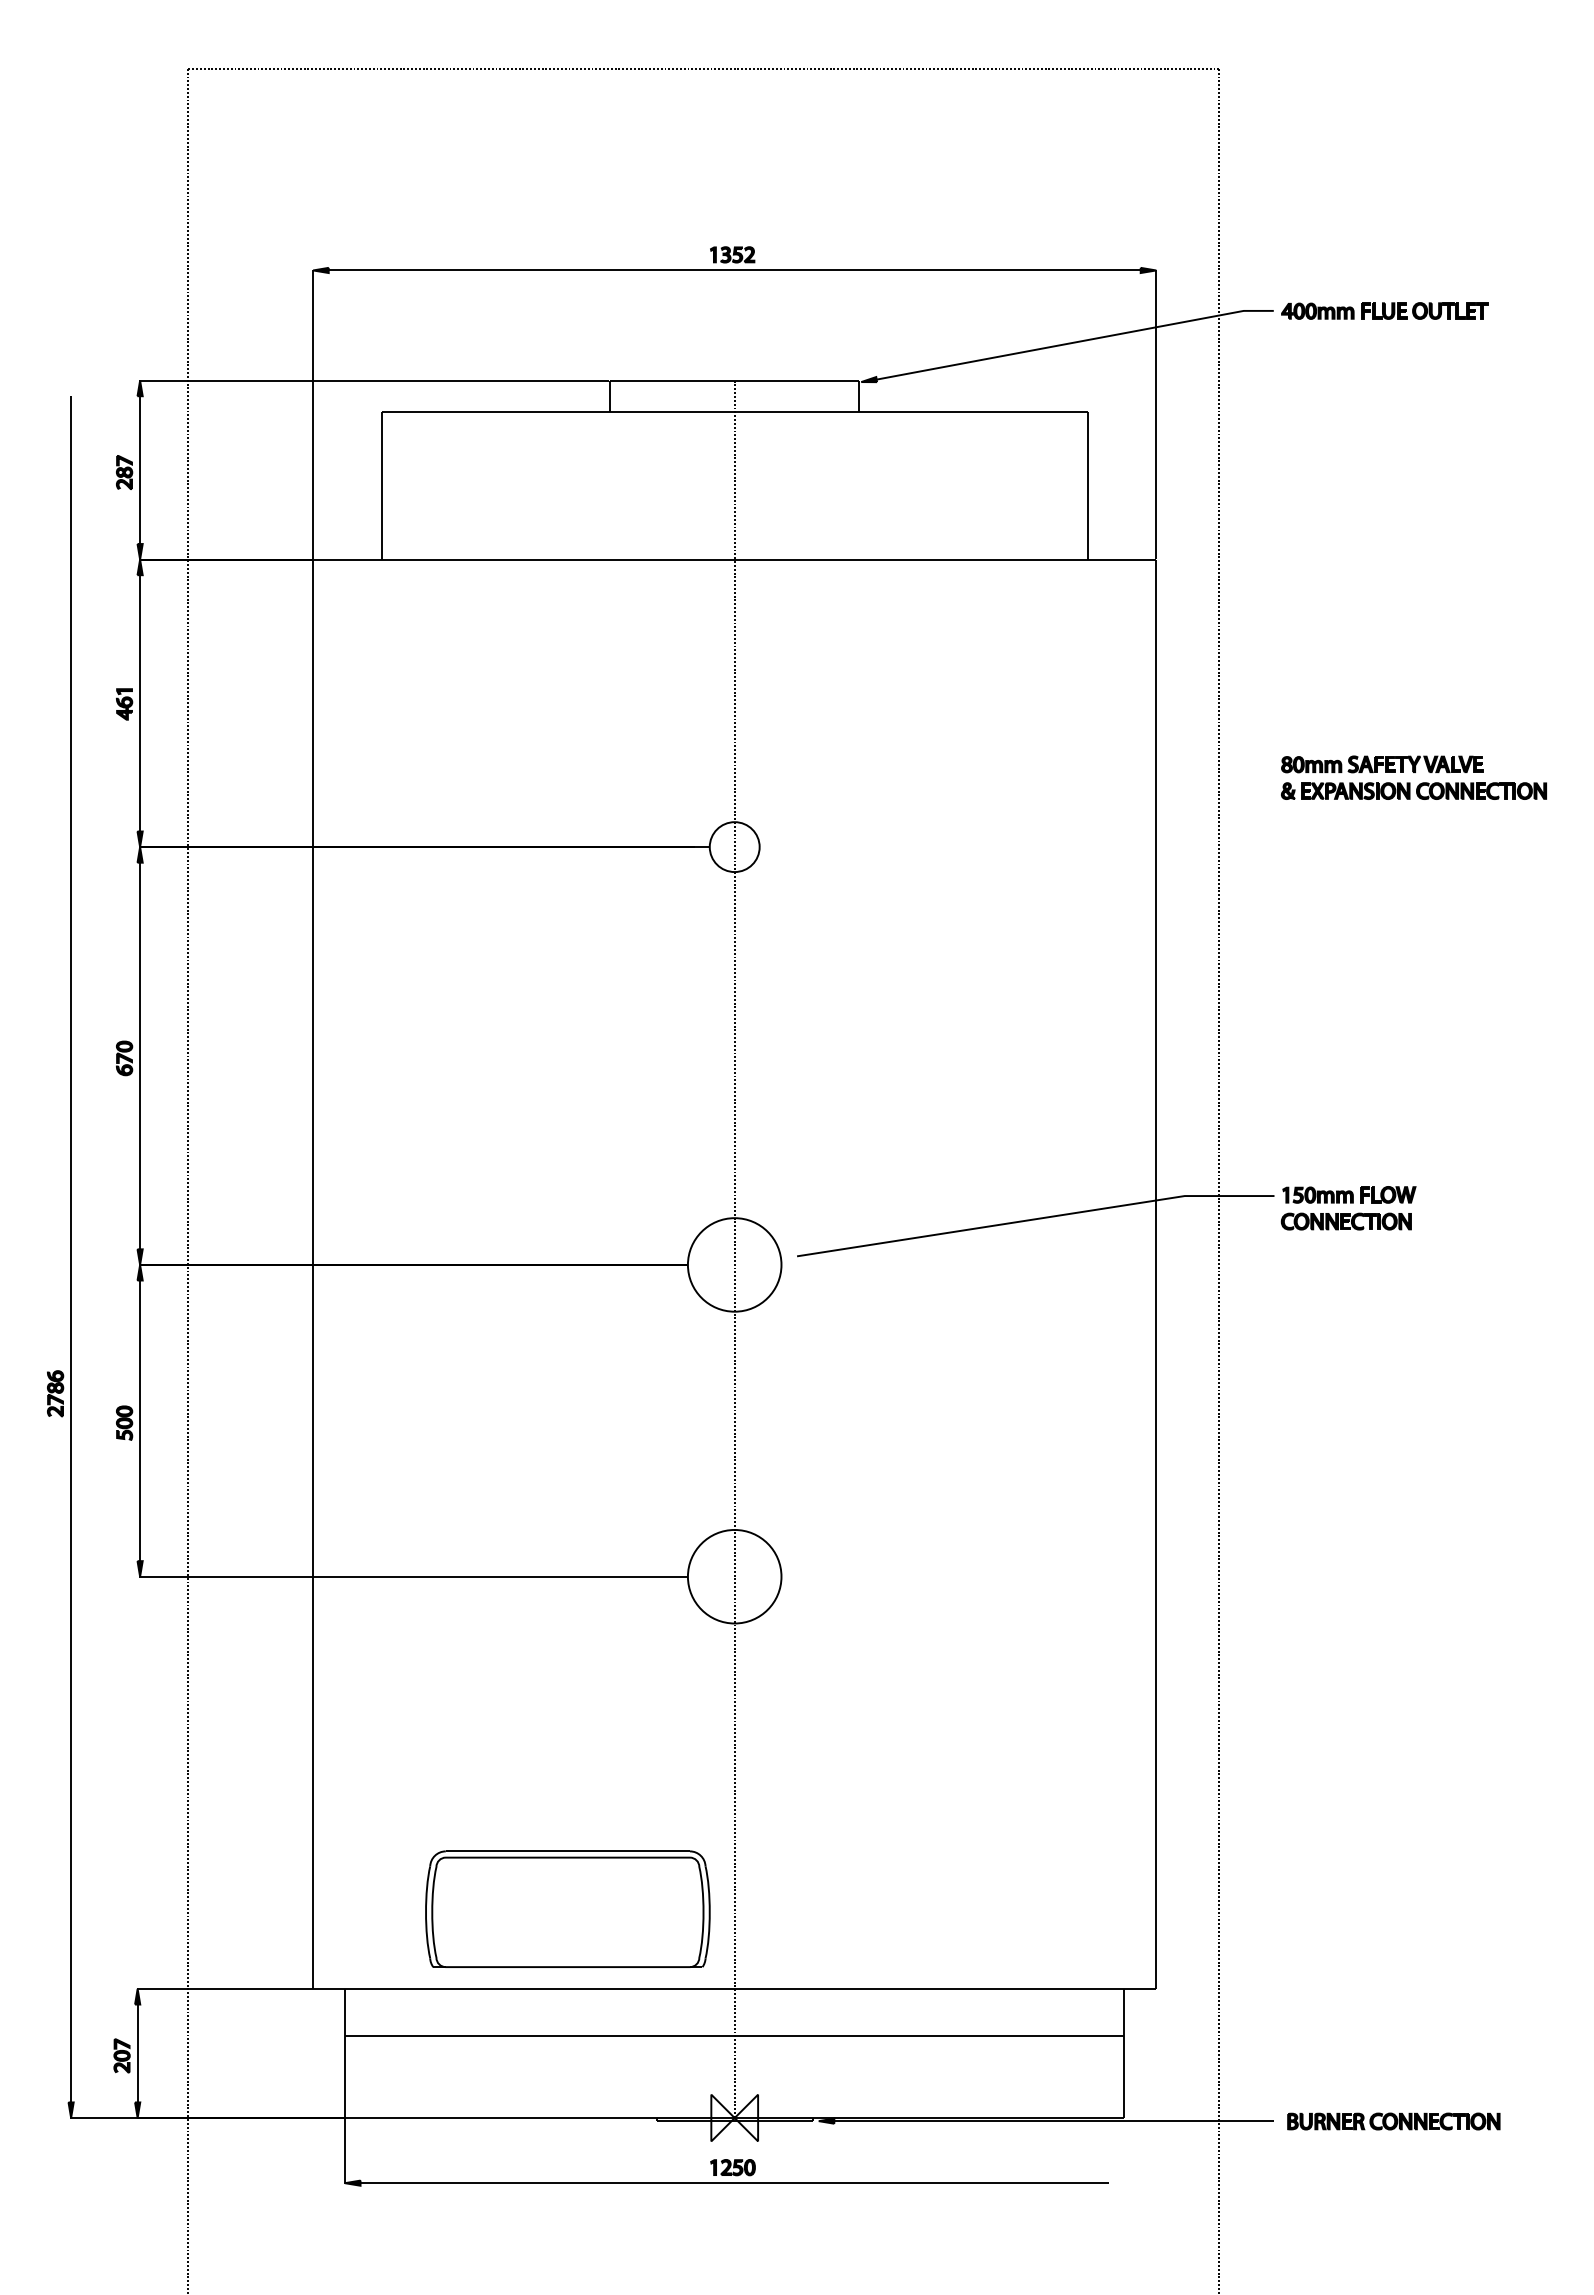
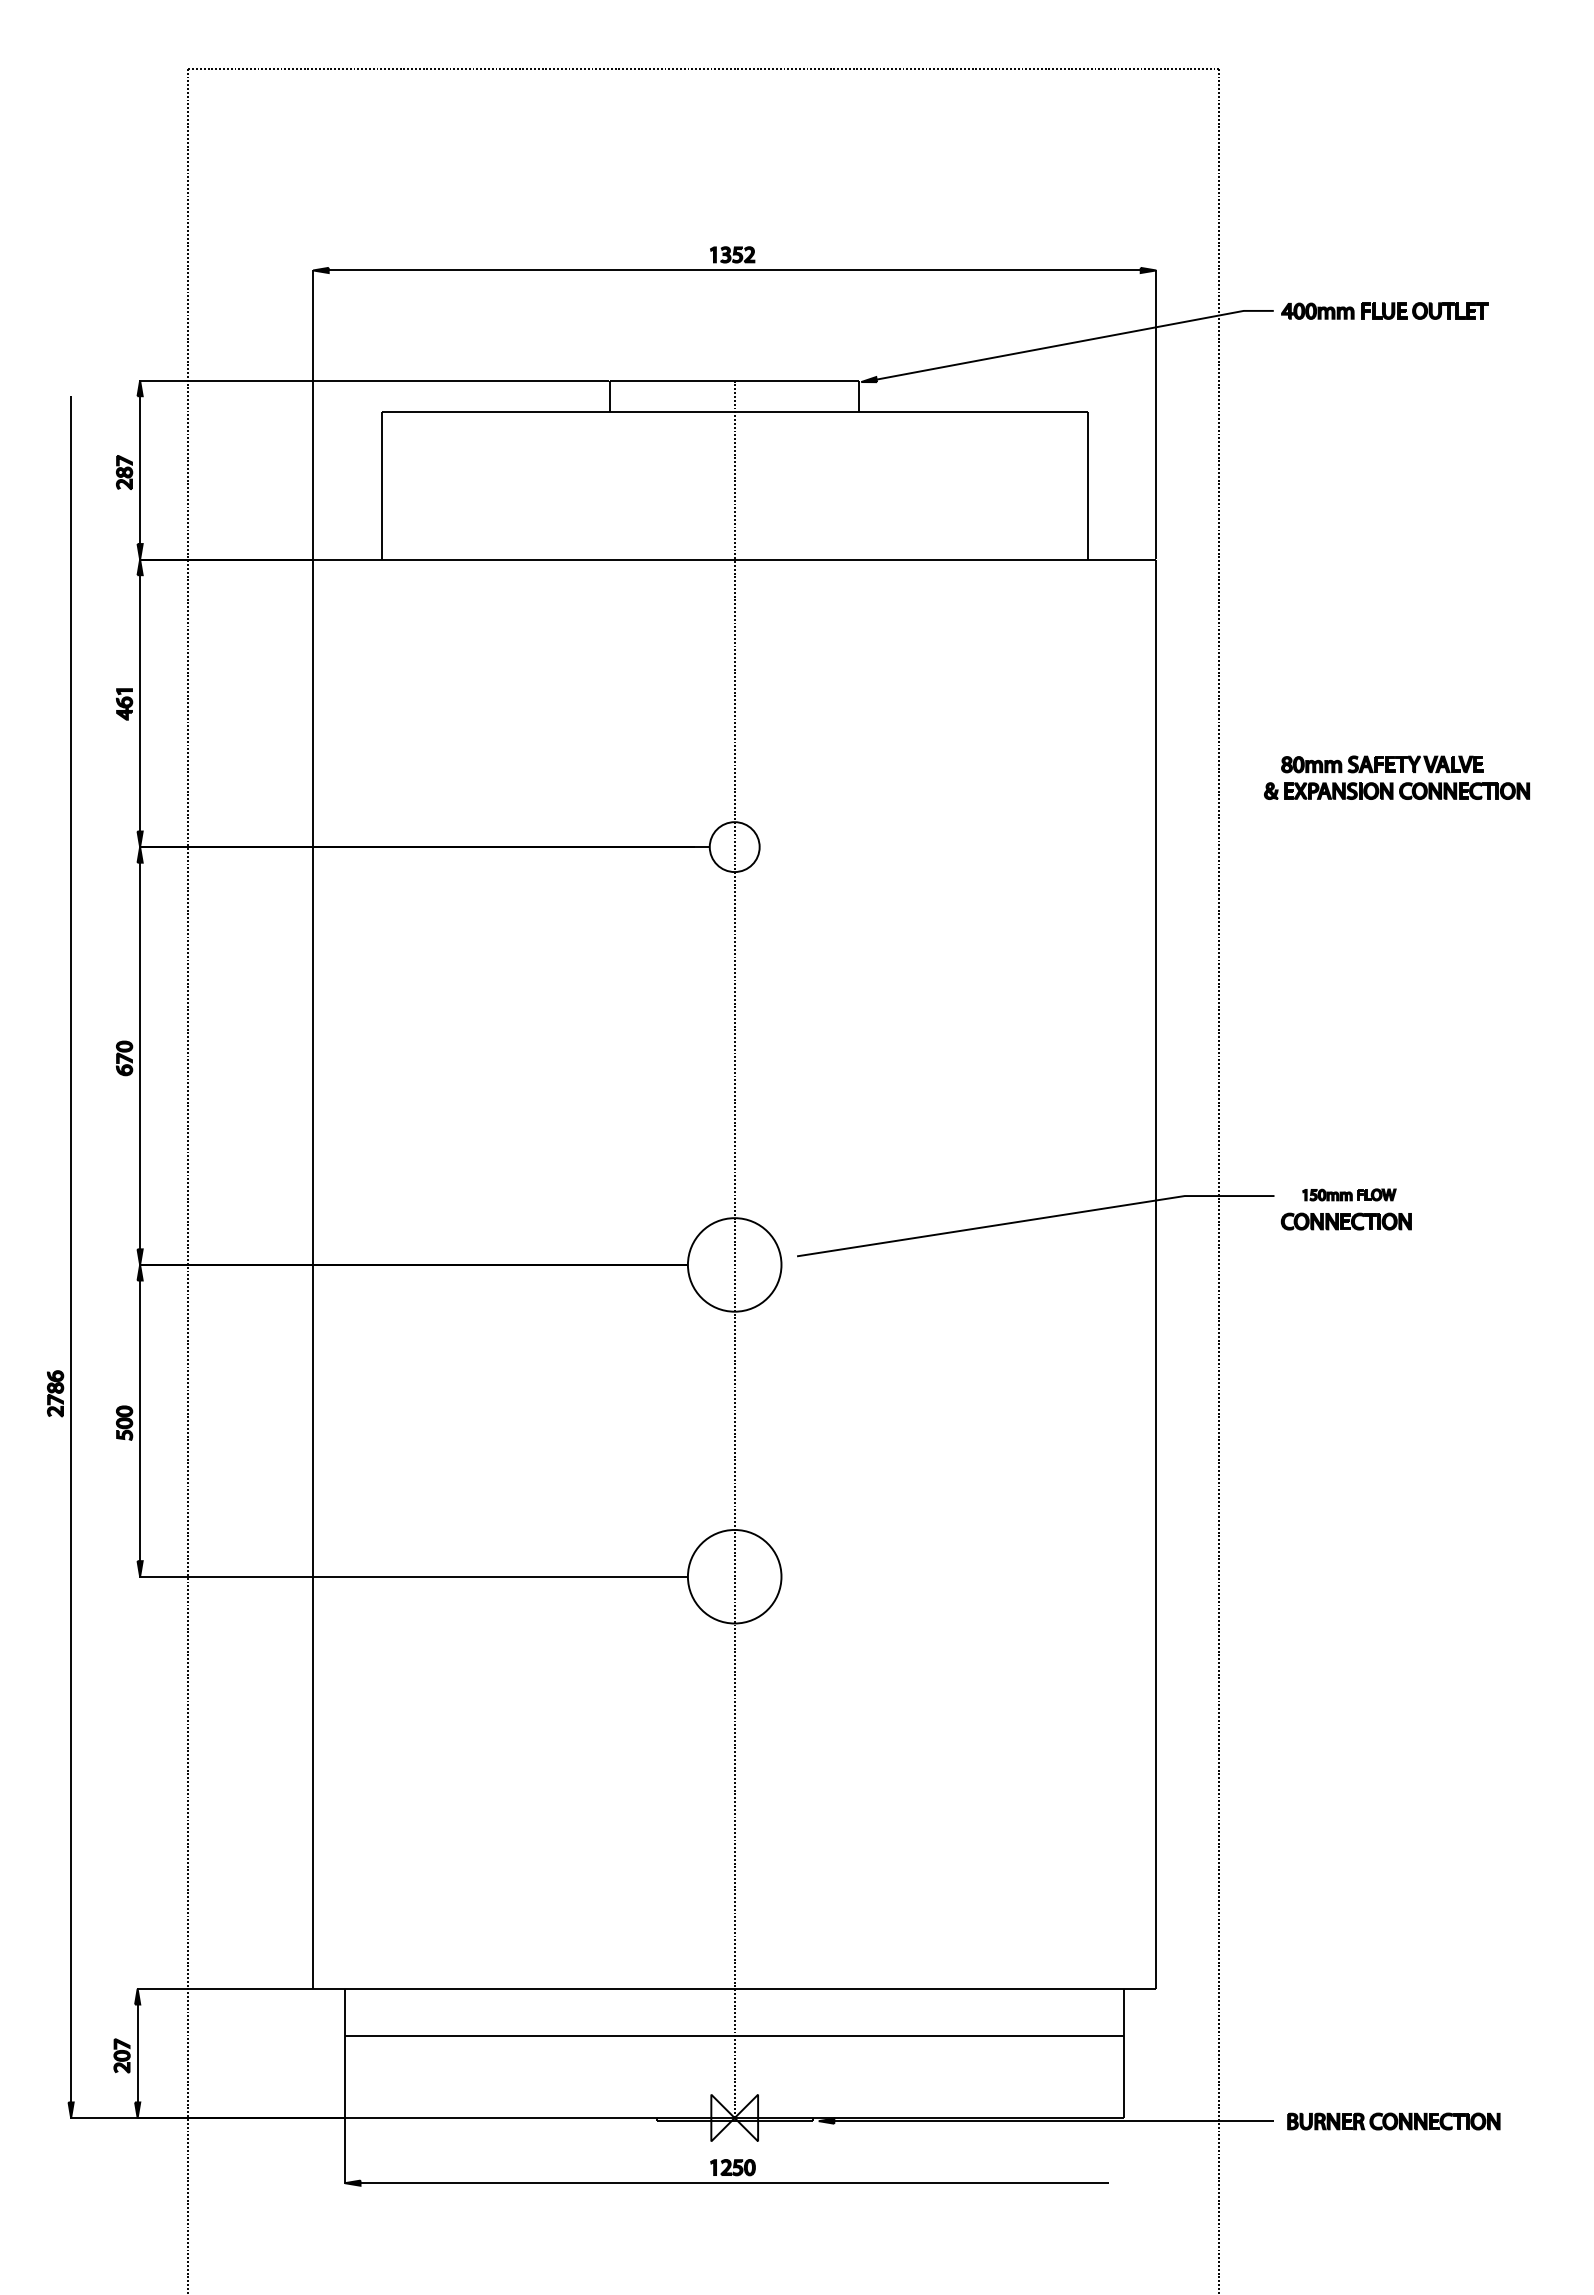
part at (1413, 790) position: (1413, 790) -> (1396, 790)
part at (1349, 1194) size: 135x18 px -> 95x14 px
part at (567, 1908): present -> none
